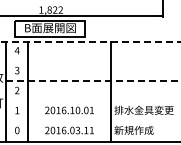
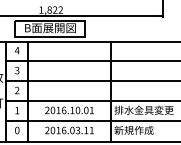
line at (90, 41): dashed -> solid
line at (91, 61): none -> present
line at (93, 81): dashed -> solid
line at (91, 101): none -> present
line at (91, 121): none -> present
